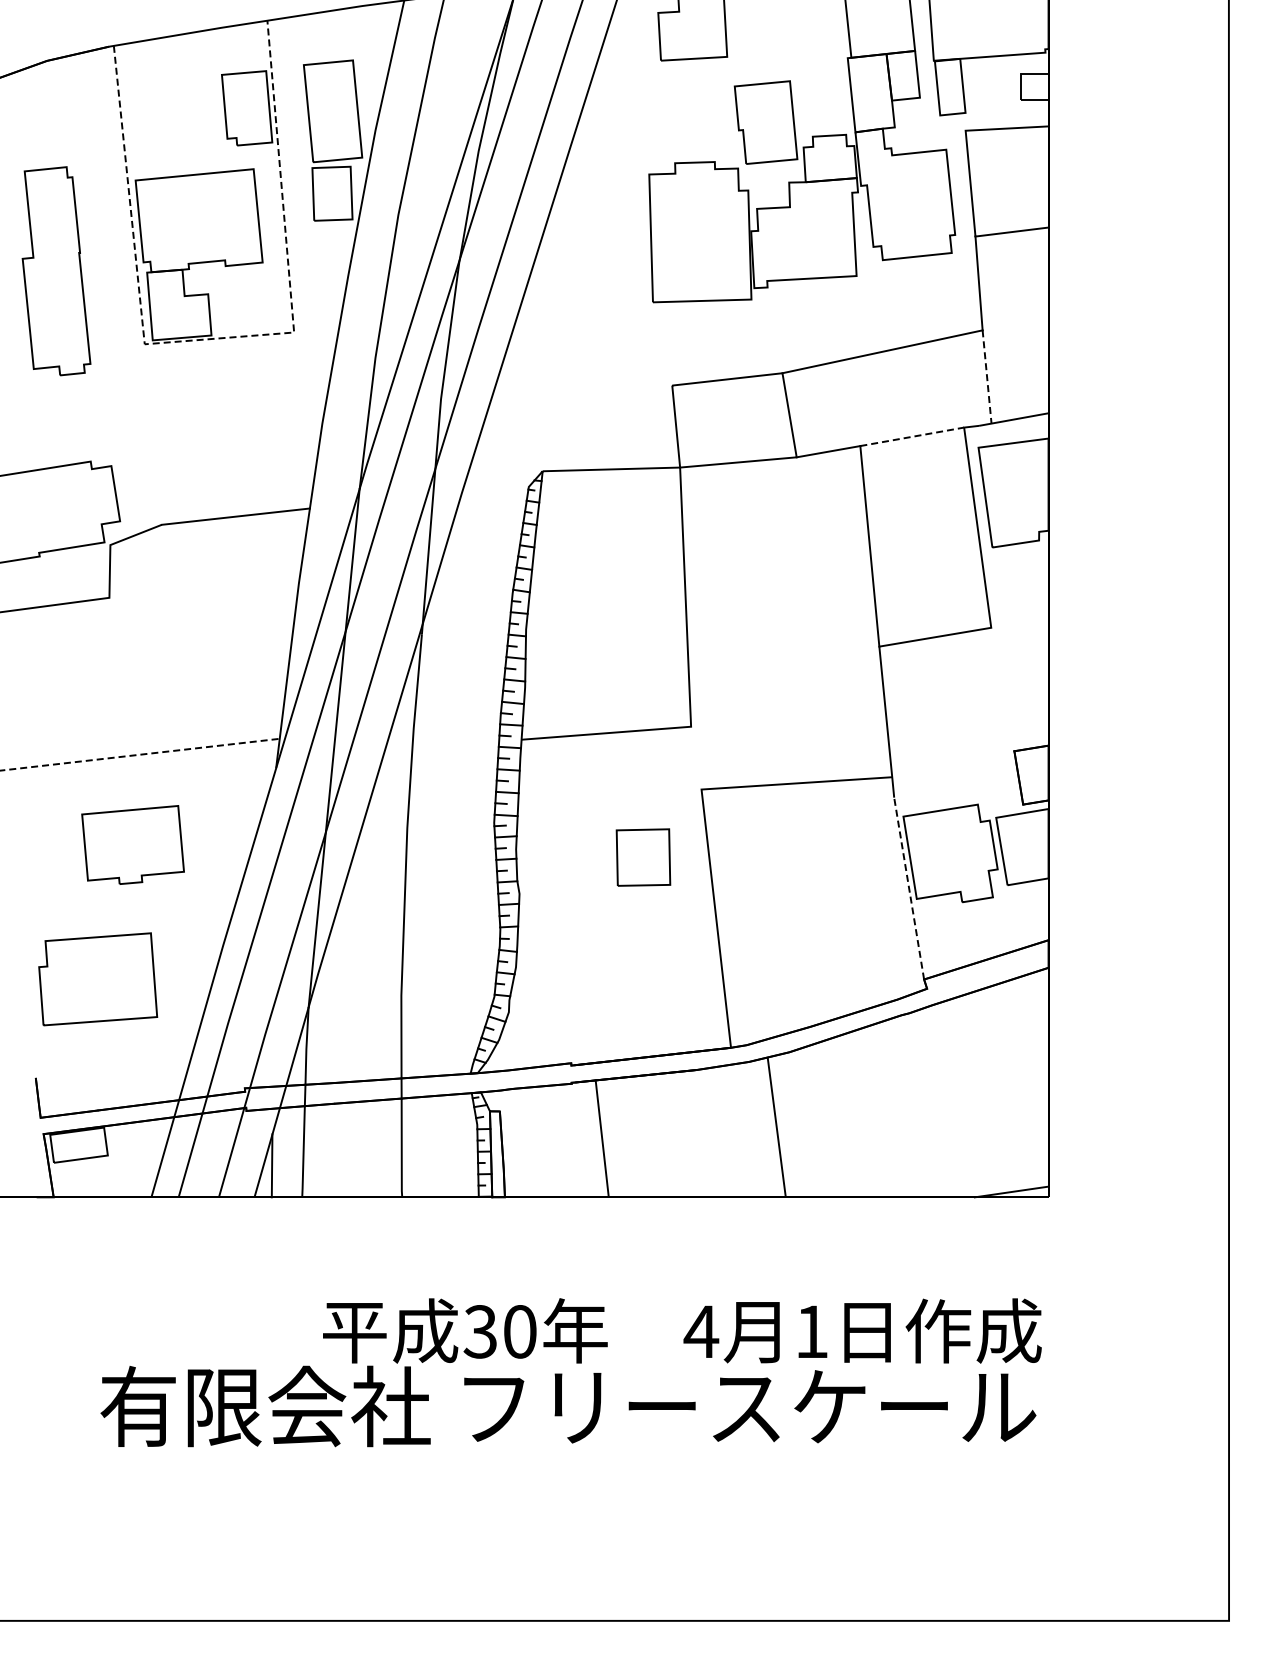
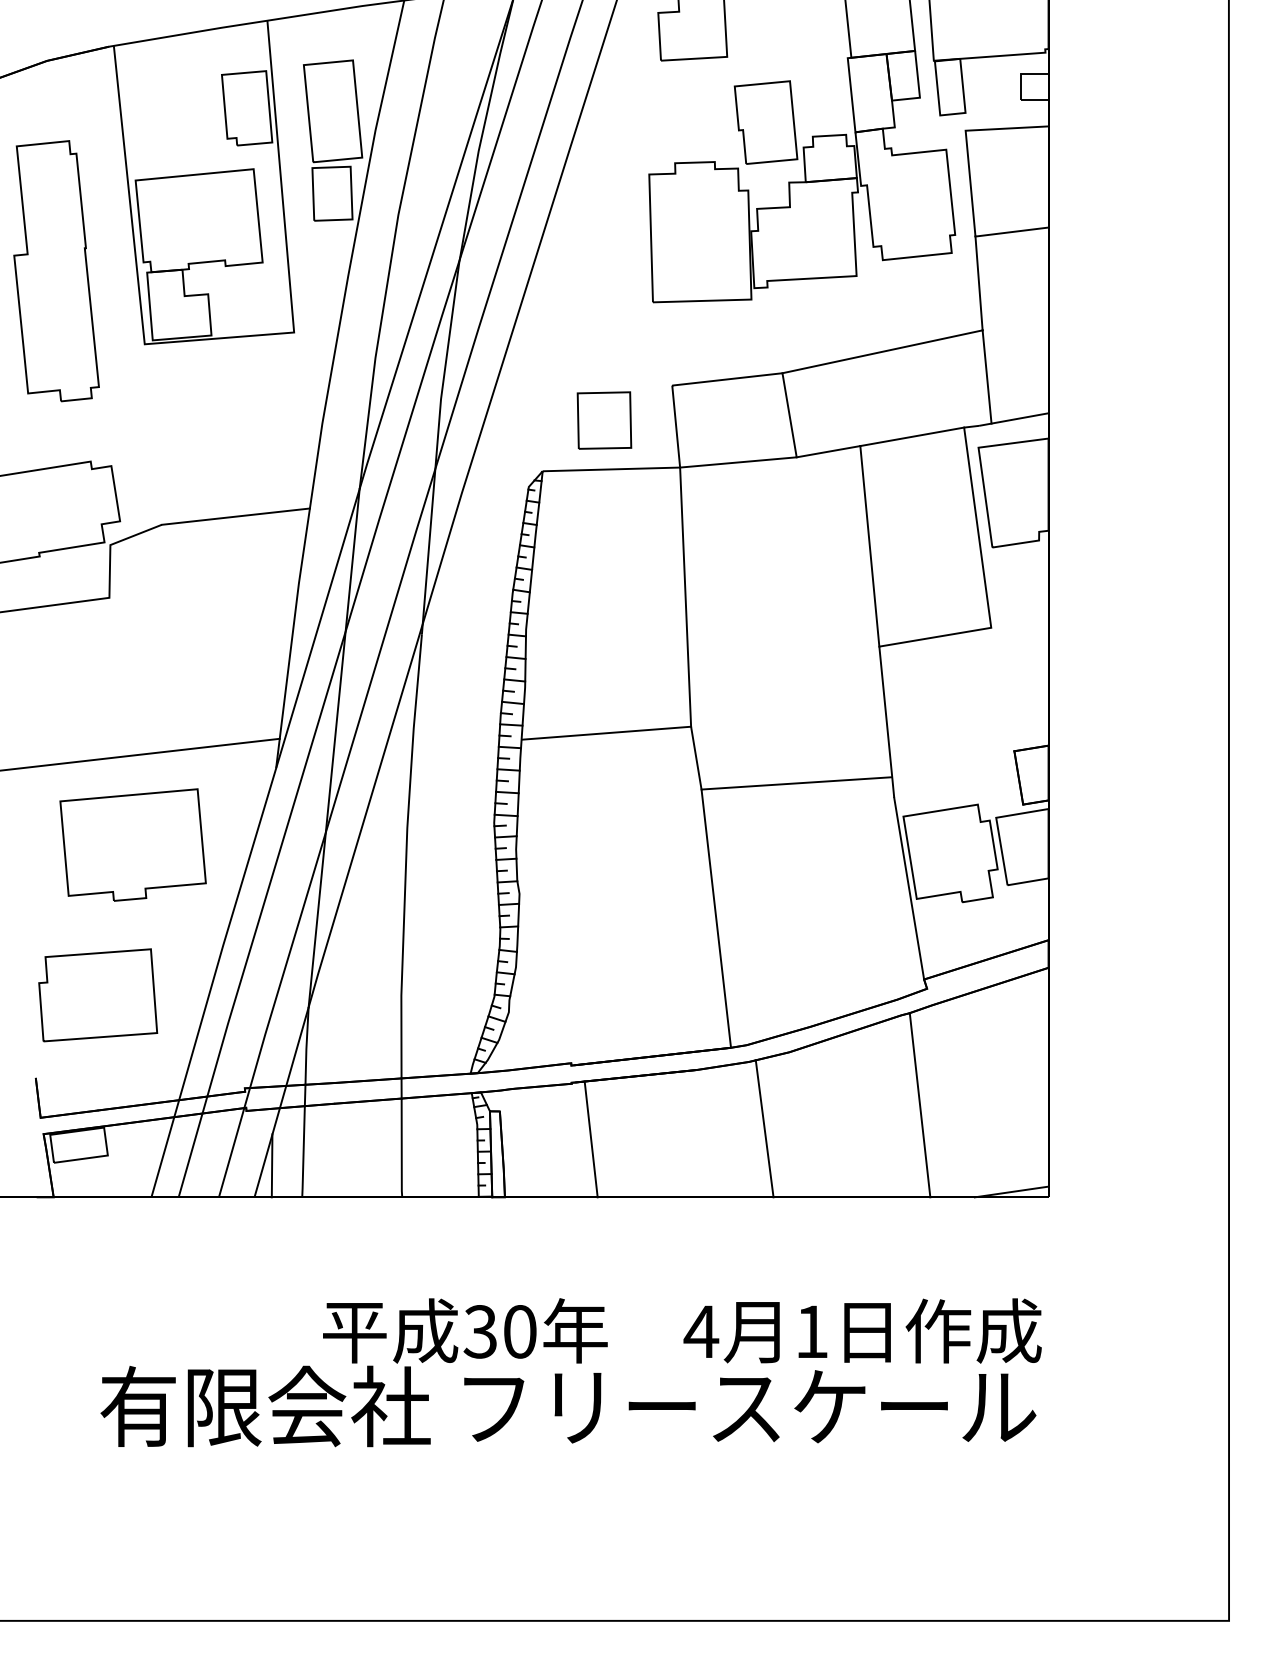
part at (56, 271) size: 71x211 px -> 87x263 px
line at (225, 337): dashed -> solid
line at (987, 376): dashed -> solid
line at (912, 436): dashed -> solid
line at (140, 754): dashed -> solid
line at (696, 757): none -> present
part at (132, 844) size: 104x80 px -> 148x114 px
part at (643, 857) position: (643, 857) -> (604, 420)
line at (909, 888): dashed -> solid
part at (98, 979) position: (98, 979) -> (98, 995)
line at (919, 1105): none -> present
line at (776, 1126) position: (776, 1126) -> (764, 1128)
line at (601, 1138) position: (601, 1138) -> (590, 1139)
